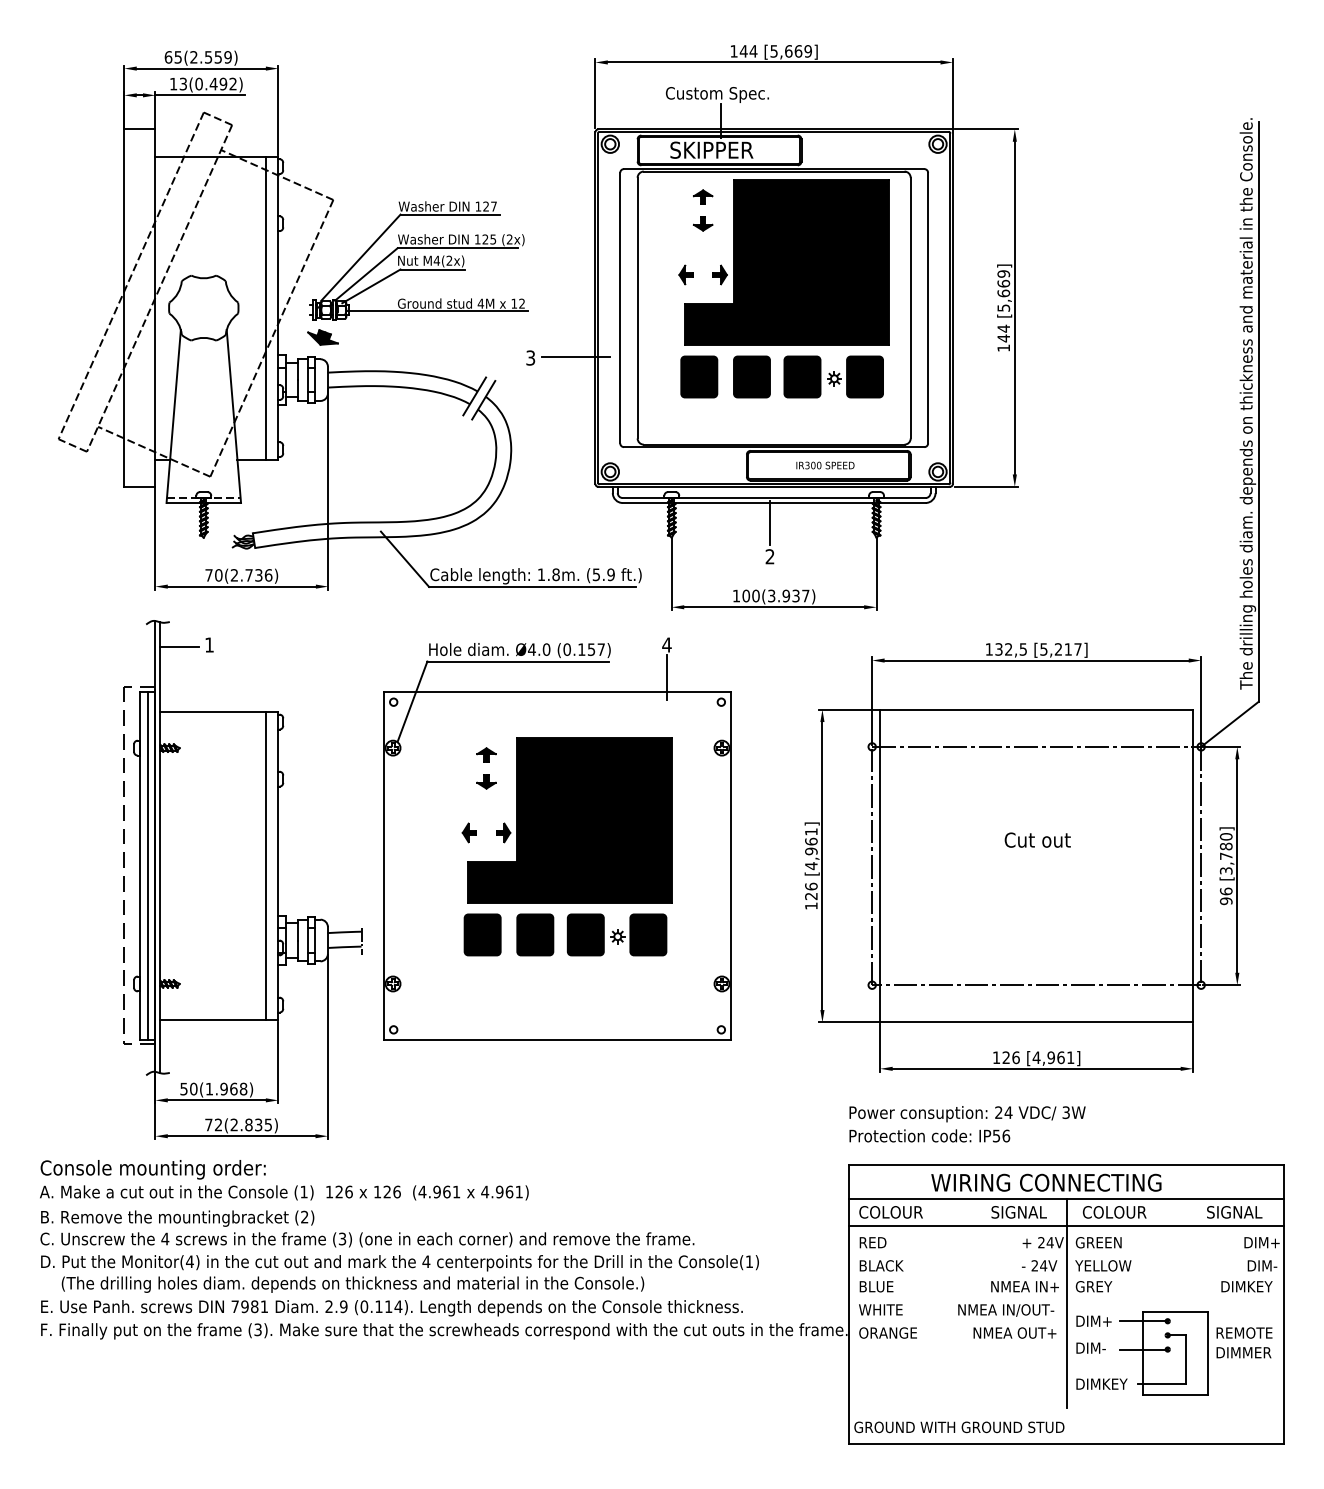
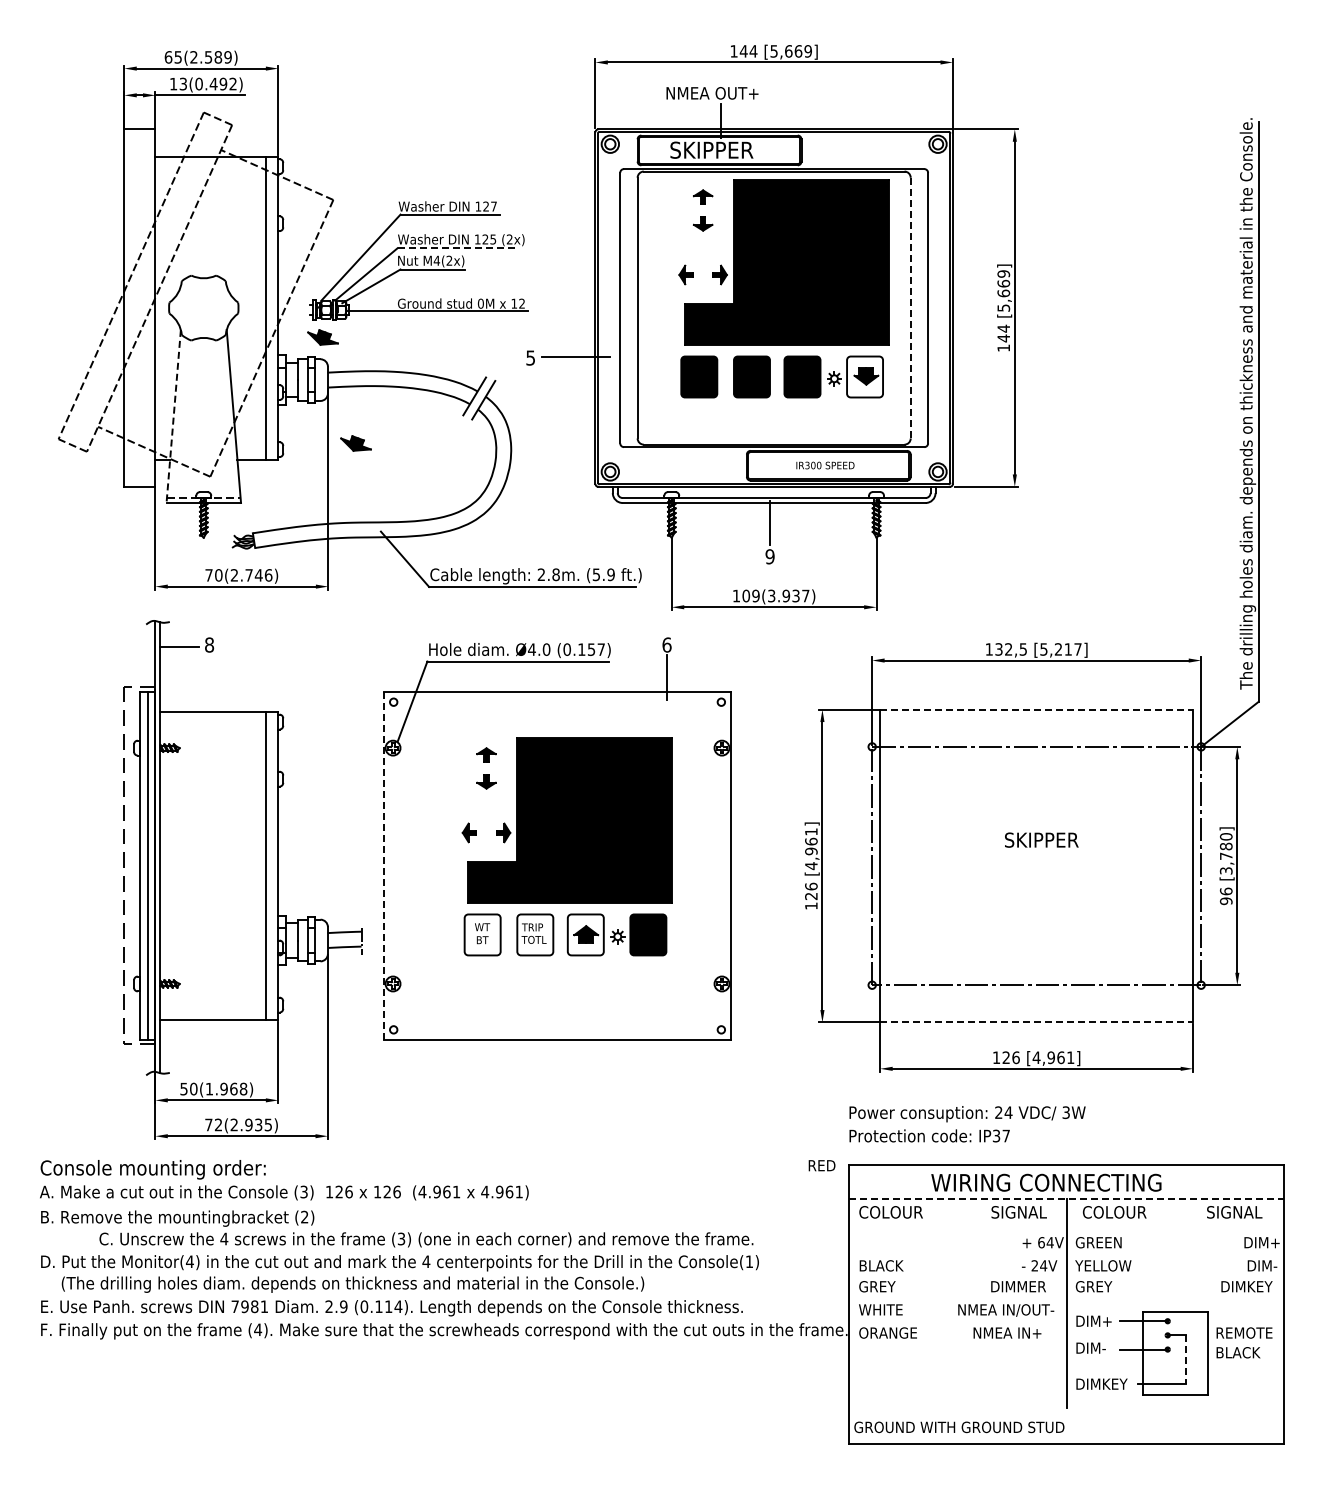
text at (218, 57): 65(2.559) -> 65(2.589)
text at (716, 94): Custom Spec. -> NMEA OUT+
line at (457, 248): solid -> dashed
text at (480, 303): 4M -> 0M
line at (910, 308): solid -> dashed
text at (530, 357): 3 -> 5
fill at (865, 376): present -> none
line at (173, 416): solid -> dashed
part at (355, 443): none -> present
text at (769, 556): 2 -> 9
text at (540, 574): 1.8m. -> 2.8m.
text at (258, 575): 70(2.736) -> 70(2.746)
text at (755, 596): 100(3.937) -> 109(3.937)
text at (209, 644): 1 -> 8
text at (666, 644): 4 -> 6
line at (1037, 709): solid -> dashed
text at (1041, 839): Cut out -> SKIPPER
line at (383, 866): solid -> dashed
fill at (482, 934): present -> none
fill at (535, 934): present -> none
fill at (585, 934): present -> none
line at (1037, 1022): solid -> dashed
text at (248, 1124): 72(2.835) -> 72(2.935)
text at (1001, 1135): IP56 -> IP37
text at (303, 1191): (1) -> (3)
line at (1066, 1198): solid -> dashed
line at (1066, 1226): present -> none
text at (367, 1239) position: (367, 1239) -> (426, 1239)
text at (872, 1242) position: (872, 1242) -> (821, 1165)
text at (1041, 1242): 24V -> 64V
text at (877, 1286): BLUE -> GREY
text at (1025, 1286): NMEA IN+ -> DIMMER
text at (258, 1329): (3). -> (4).
text at (1036, 1332): NMEA OUT+ -> NMEA IN+
text at (1244, 1352): DIMMER -> BLACK
line at (1186, 1360): solid -> dashed
